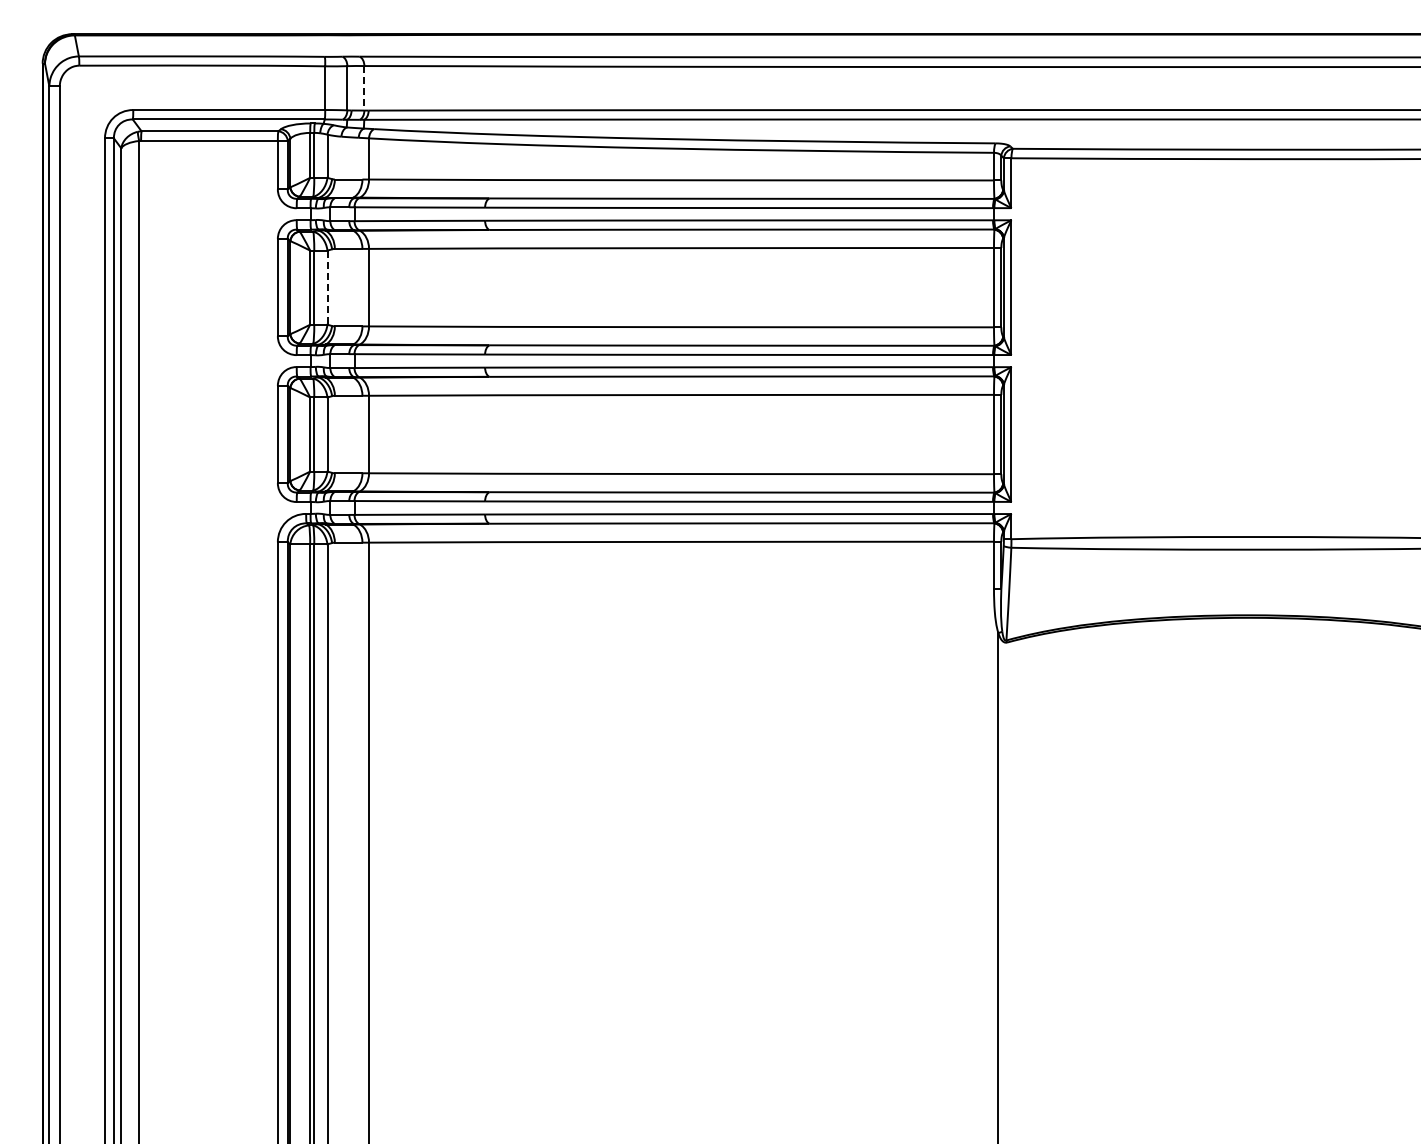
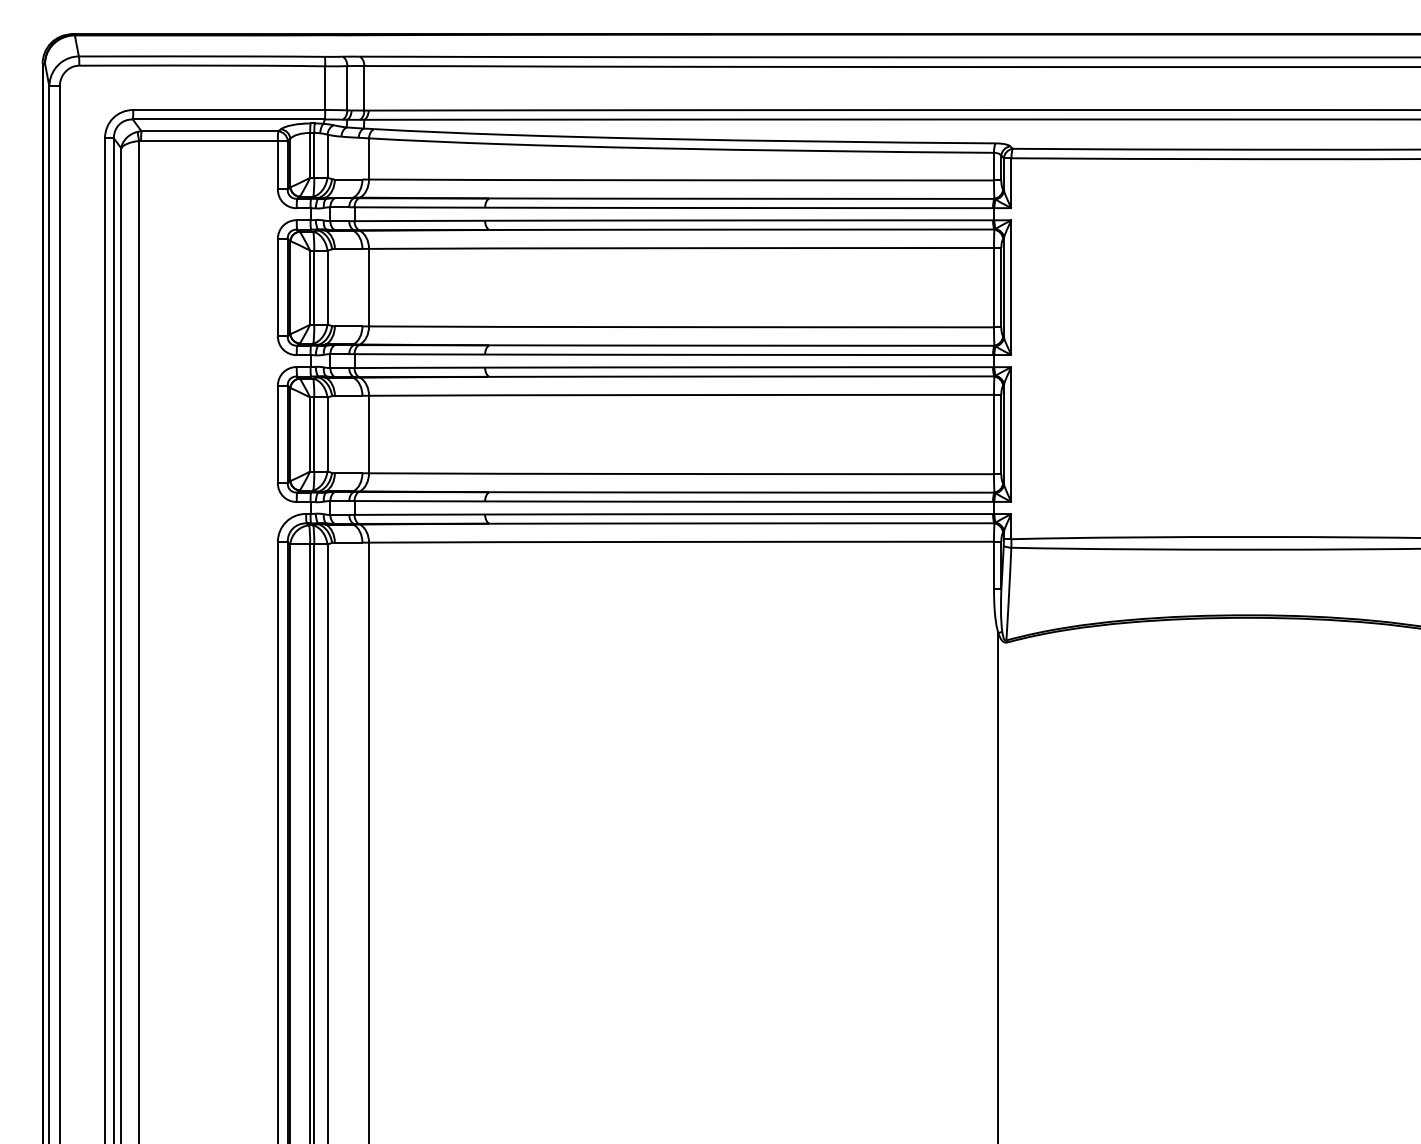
line at (364, 88): dashed -> solid
line at (327, 288): dashed -> solid
